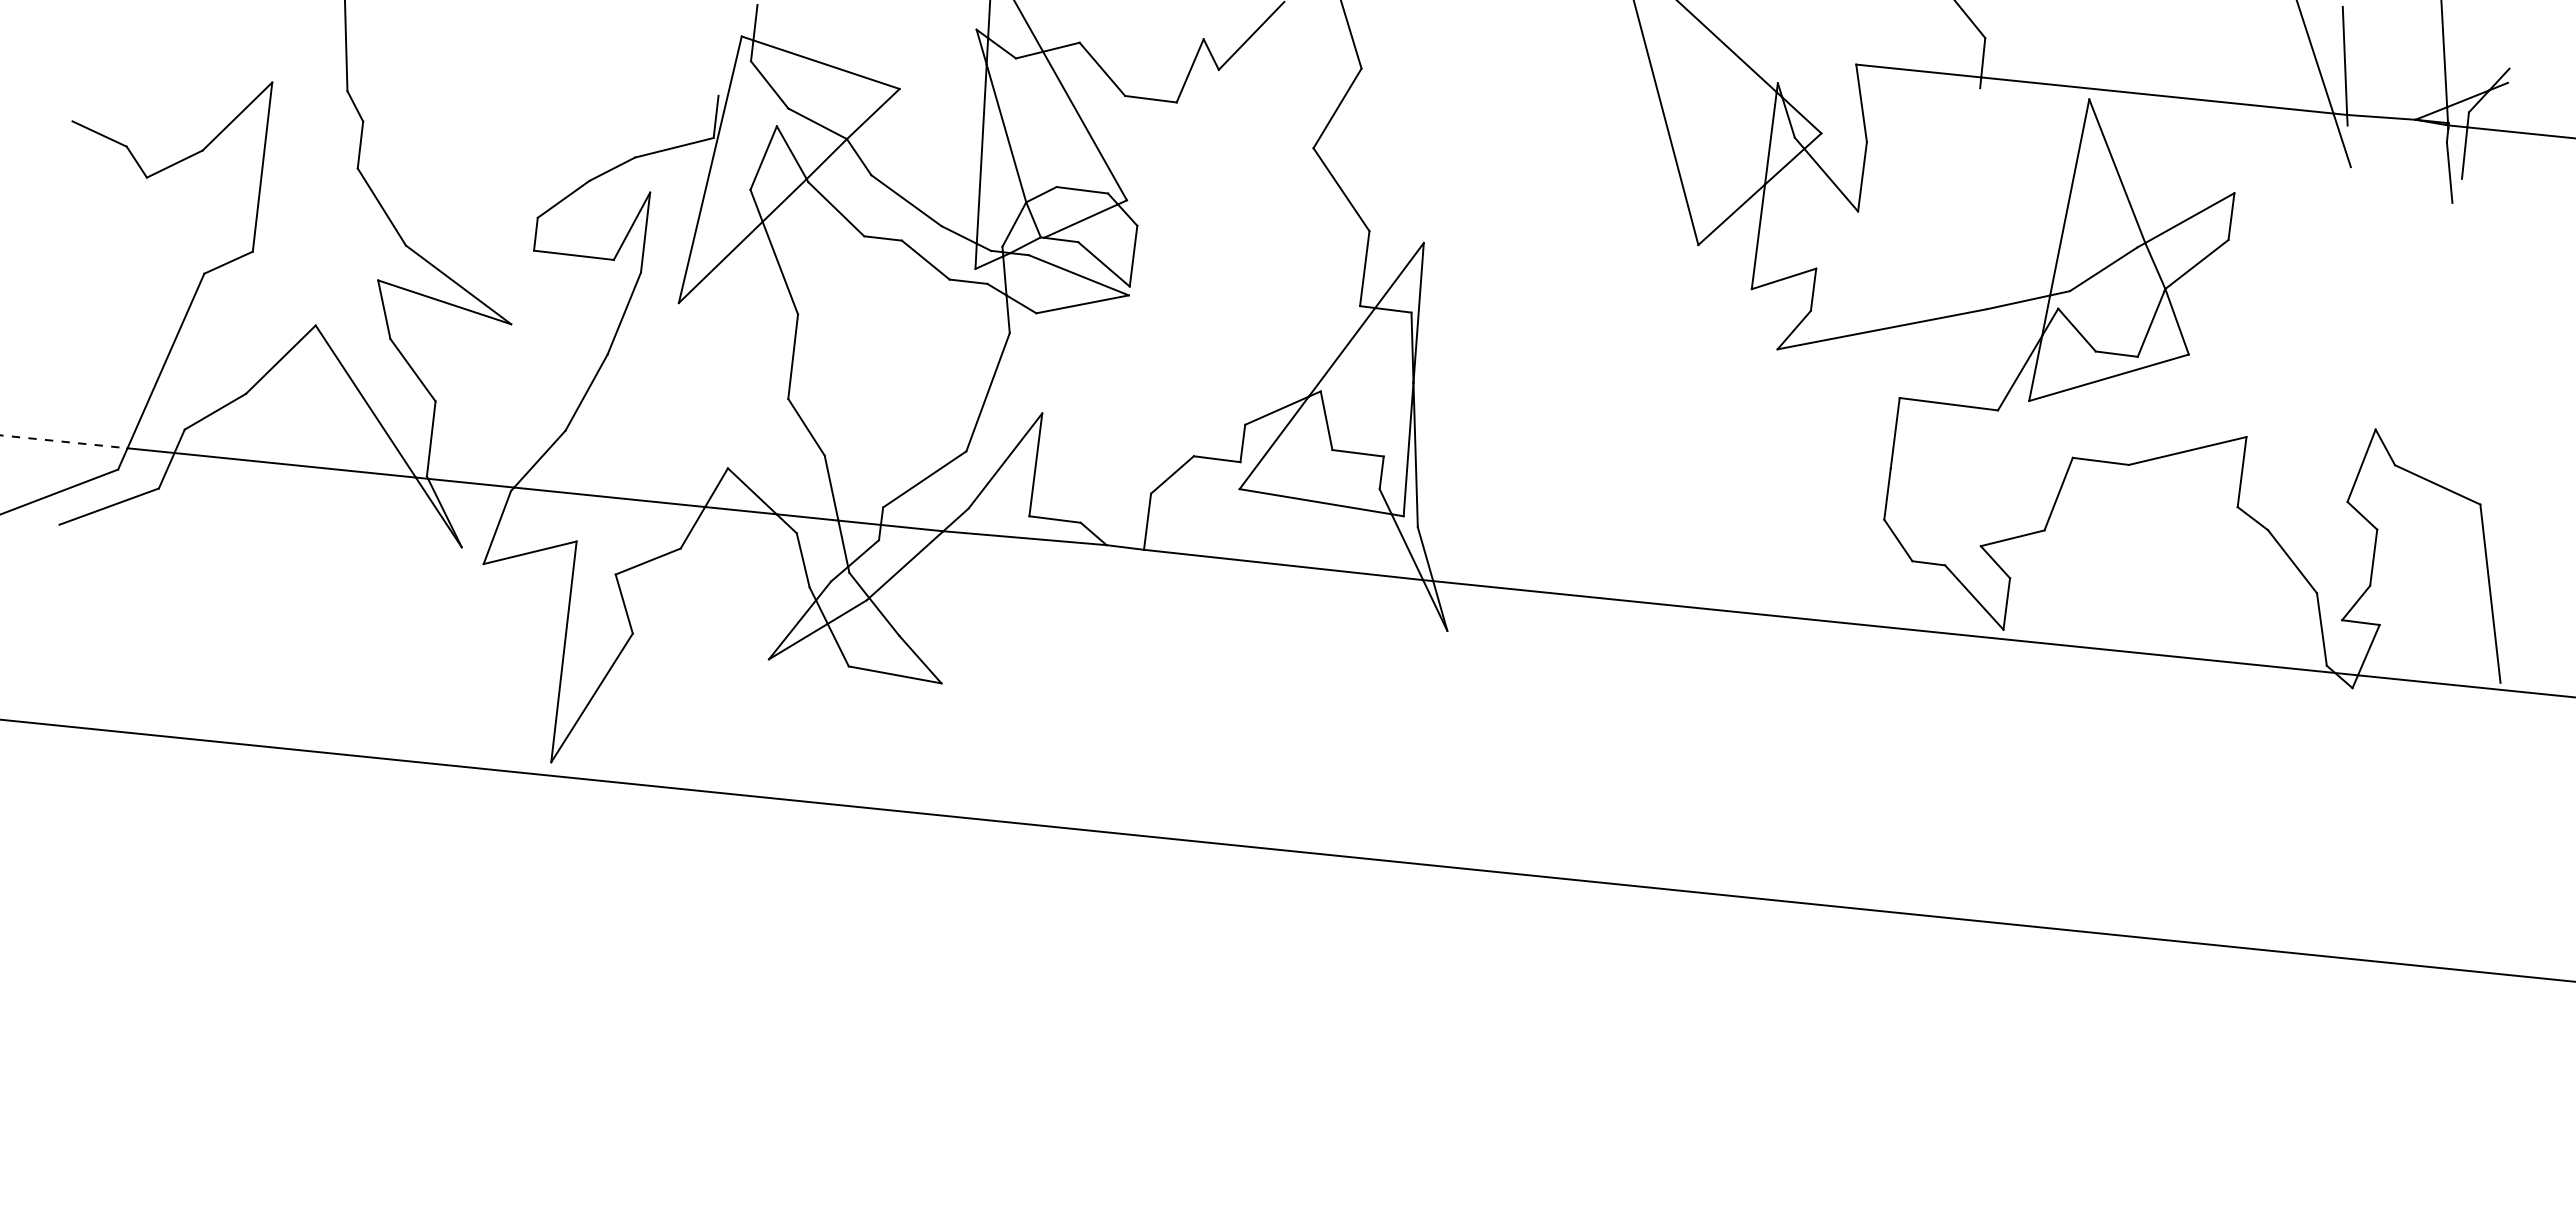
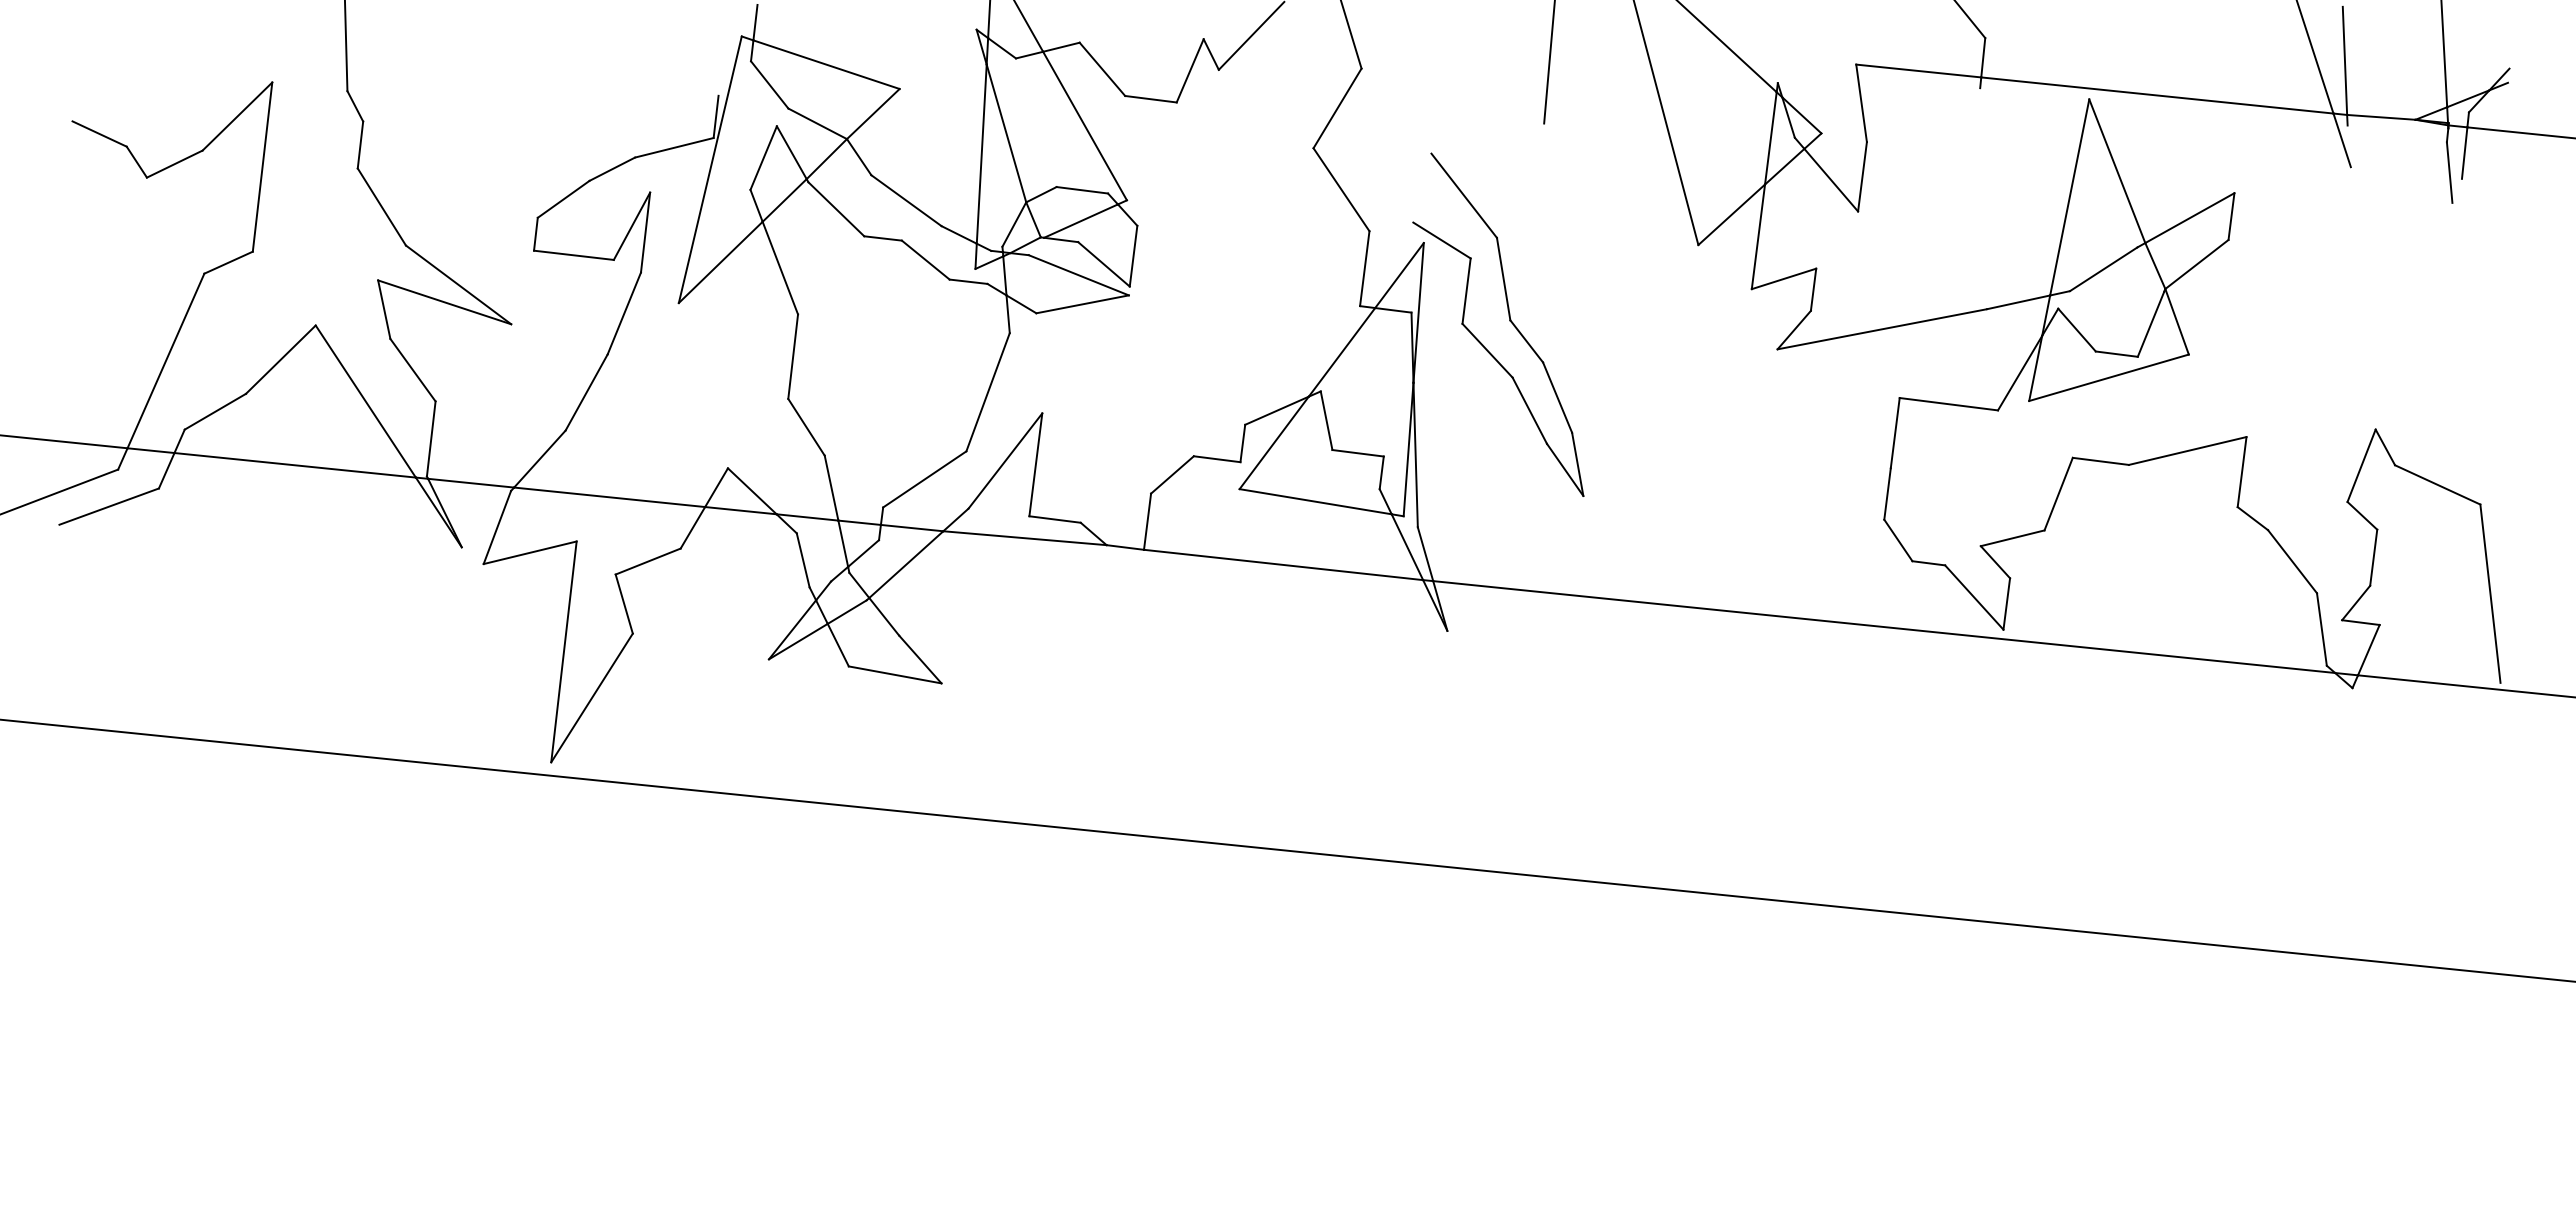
line at (1549, 62): none -> present
part at (1509, 321): none -> present
line at (63, 441): dashed -> solid
